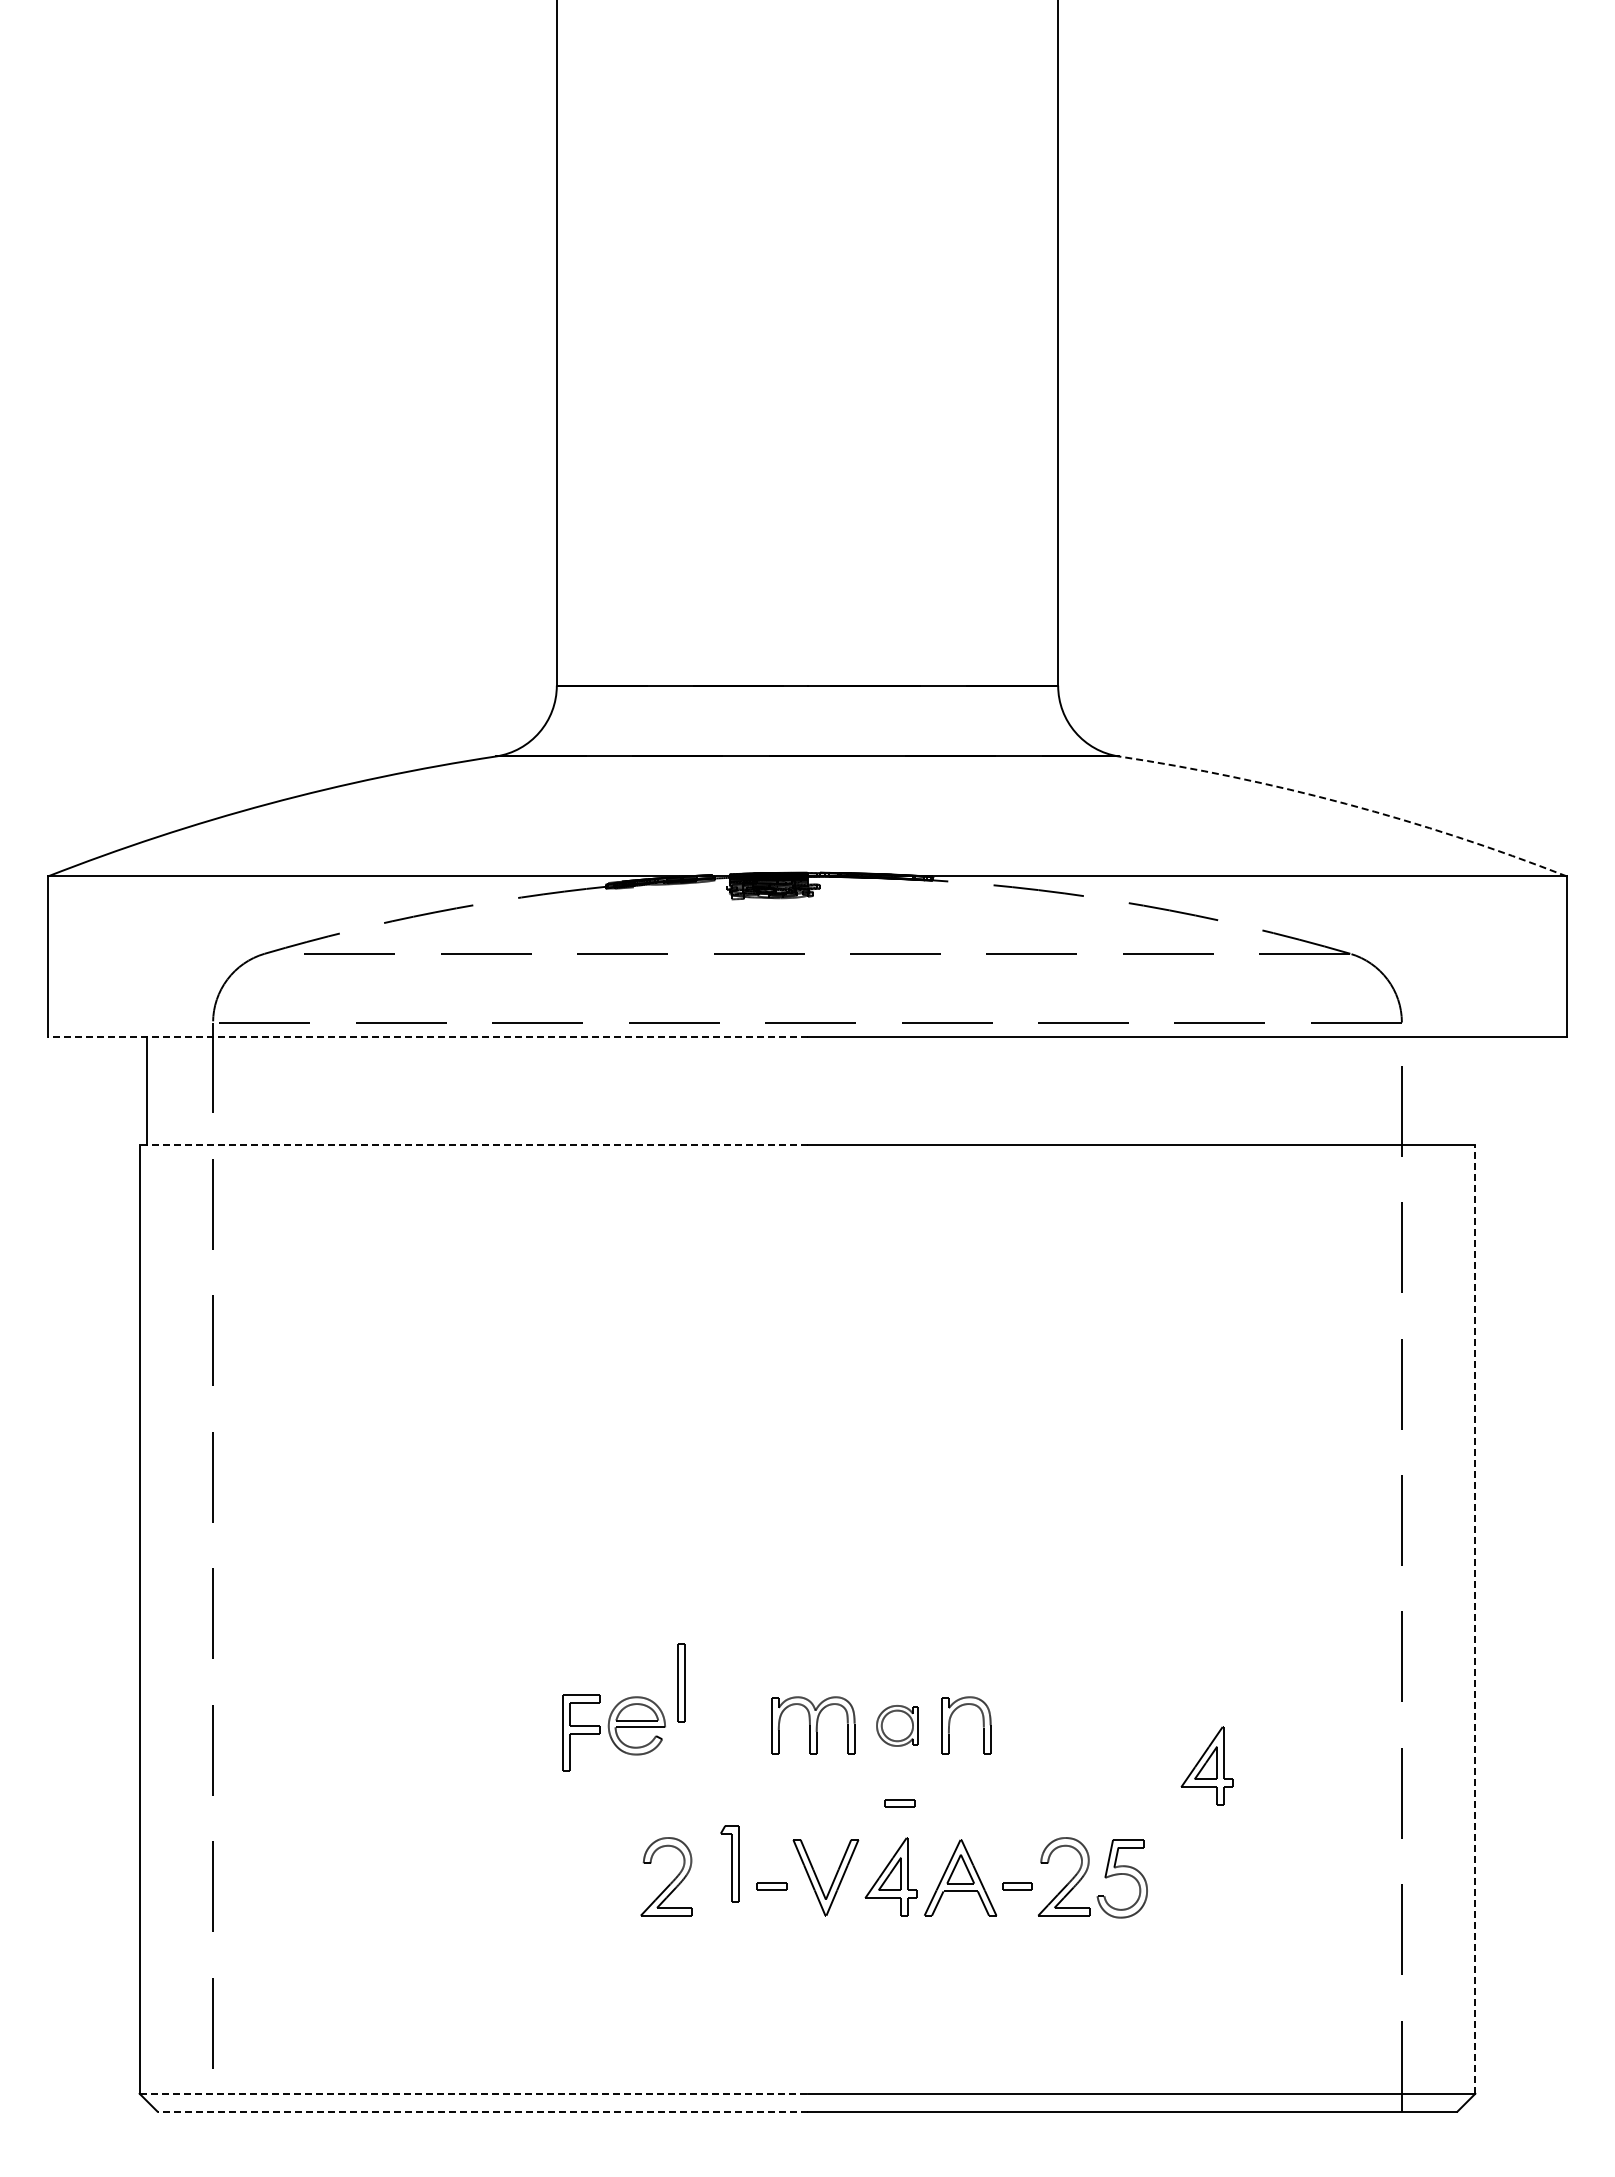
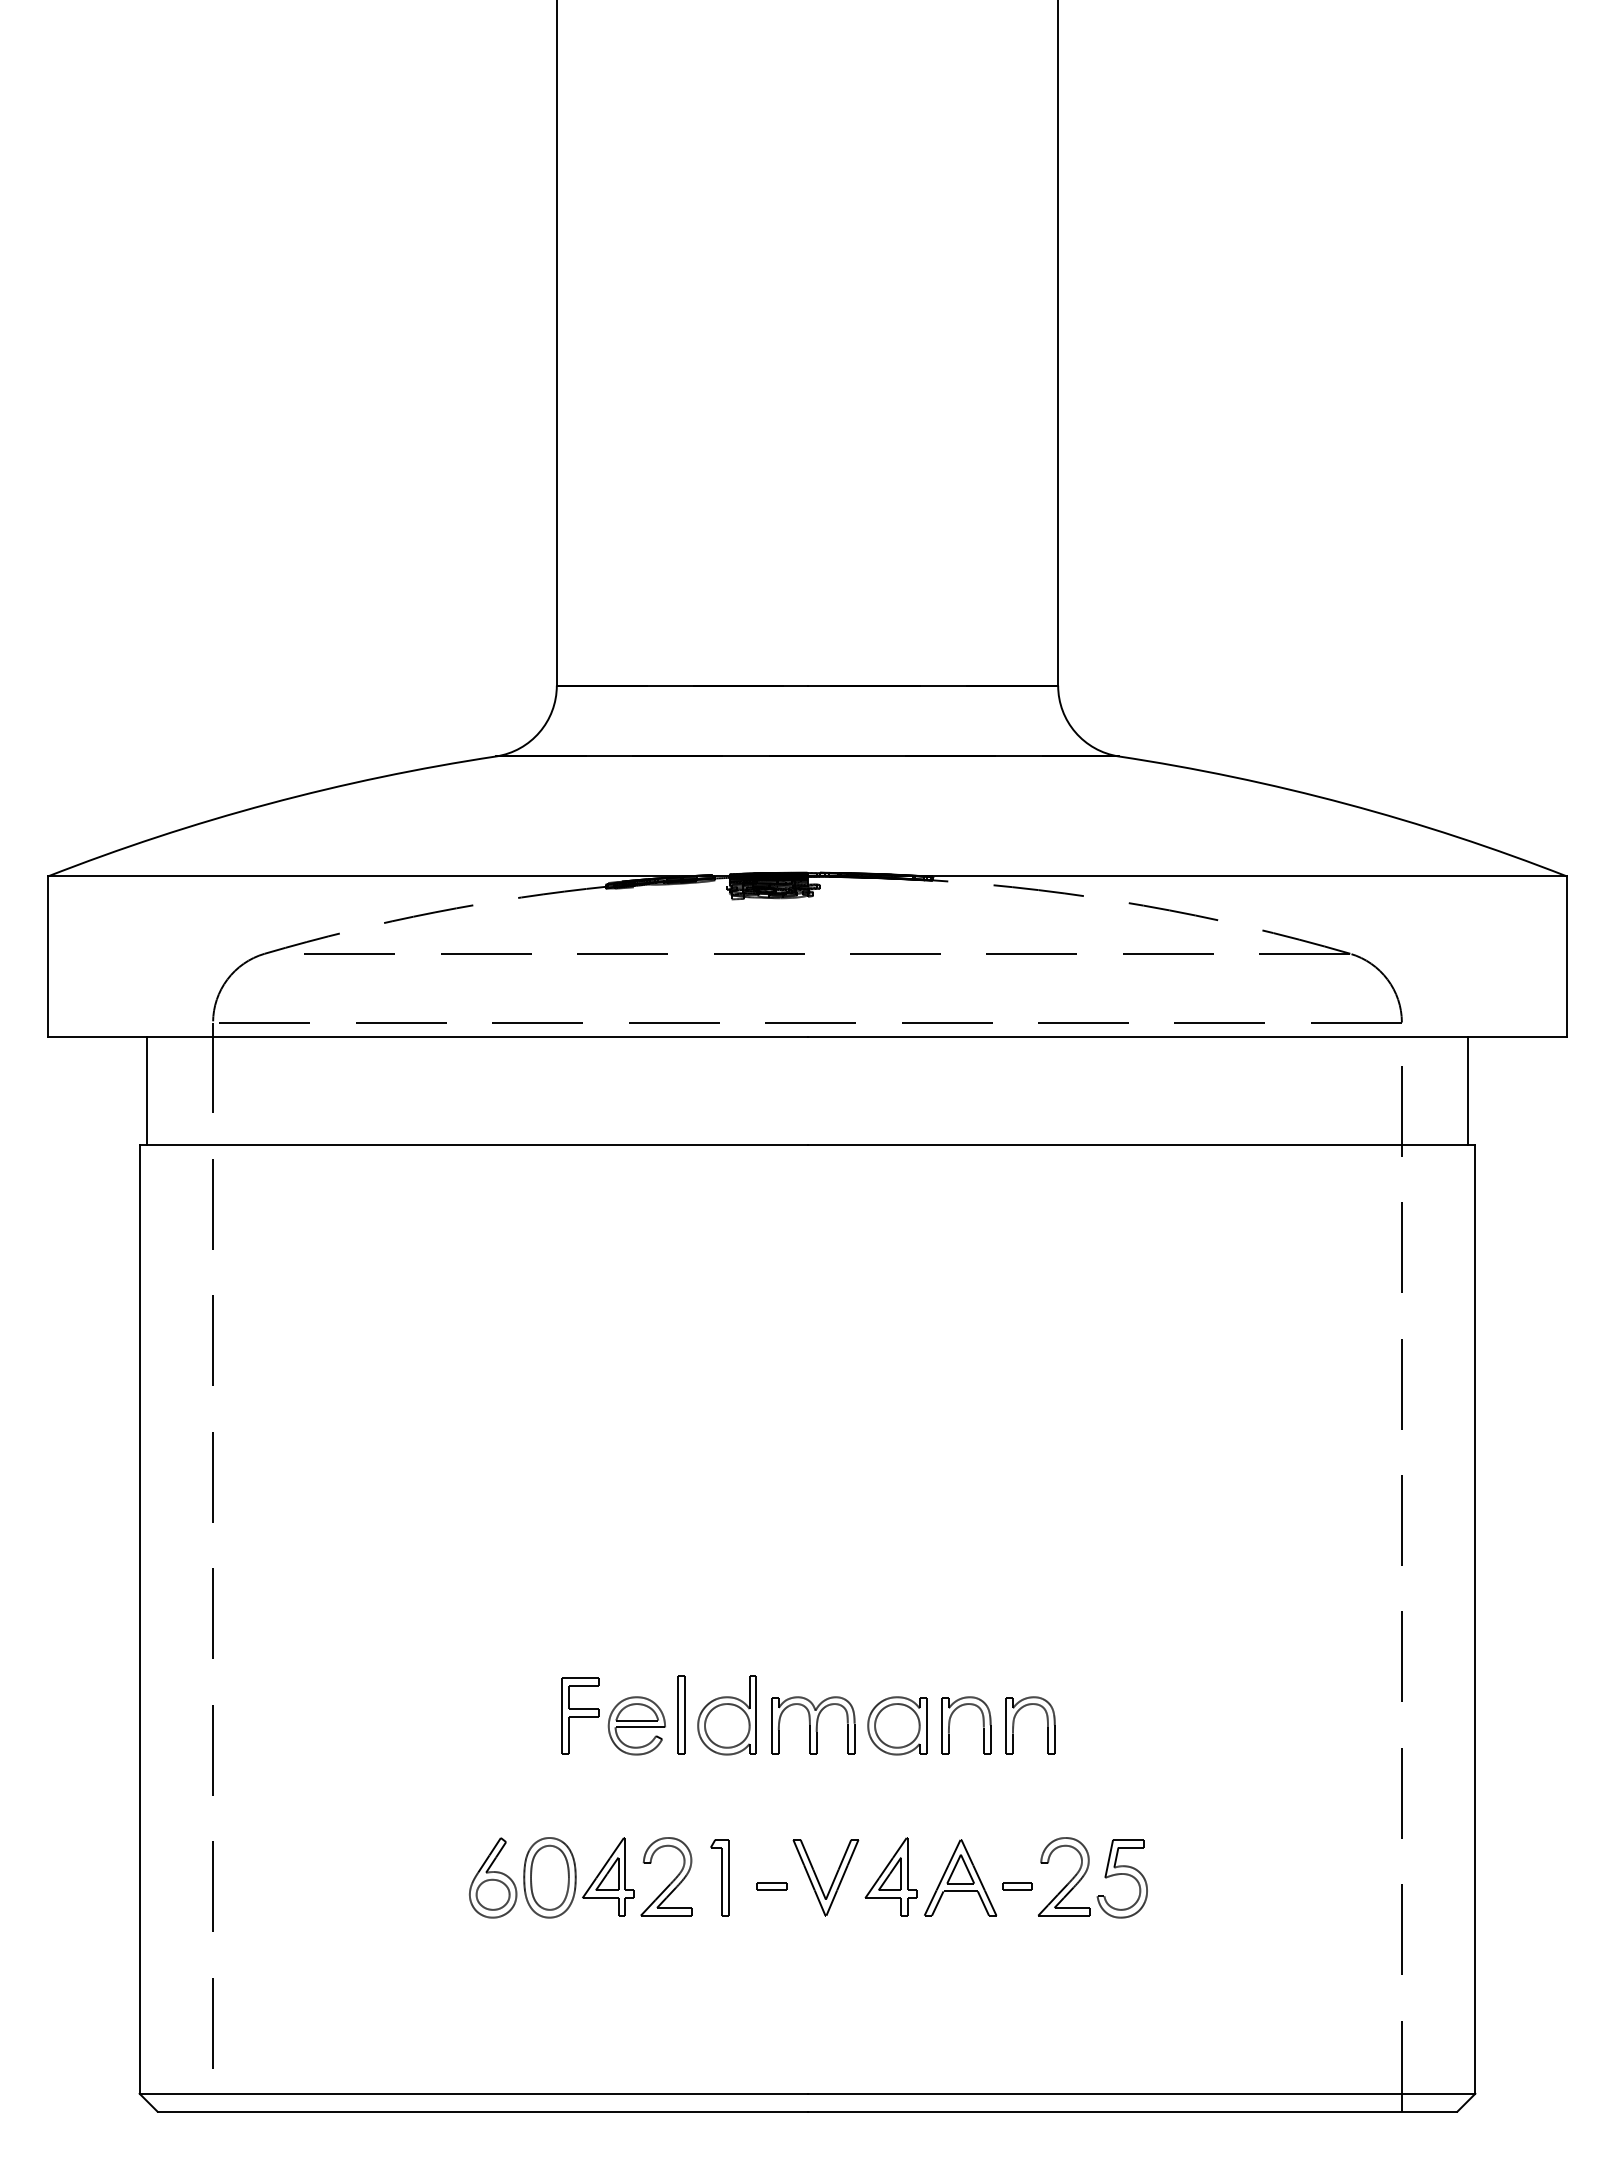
arc at (1346, 803): dashed -> solid
line at (427, 1037): dashed -> solid
line at (1468, 1090): none -> present
line at (473, 1144): dashed -> solid
line at (1475, 1618): dashed -> solid
part at (681, 1682) position: (681, 1682) -> (681, 1714)
part at (726, 1715): none -> present
part at (897, 1725) size: 43x42 px -> 61x60 px
part at (1014, 1725): none -> present
part at (581, 1732) position: (581, 1732) -> (580, 1715)
part at (1206, 1765): present -> none
part at (899, 1803): present -> none
part at (729, 1863) position: (729, 1863) -> (719, 1877)
part at (551, 1877): none -> present
line at (473, 2093): dashed -> solid
line at (482, 2111): dashed -> solid
